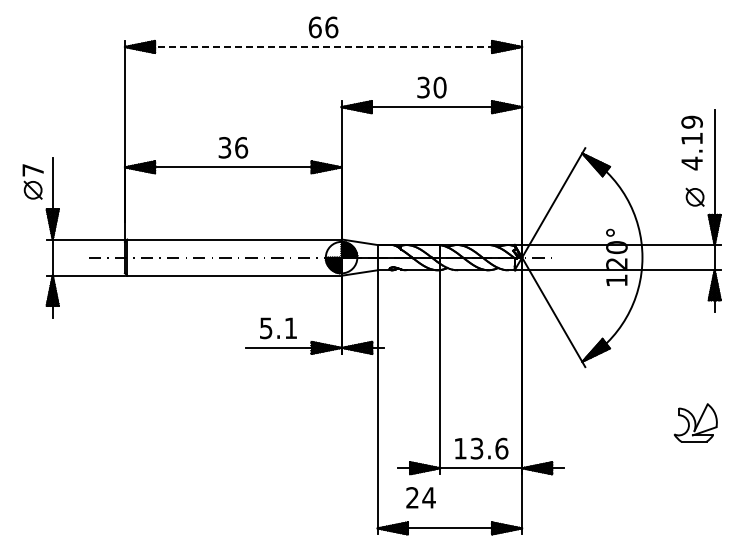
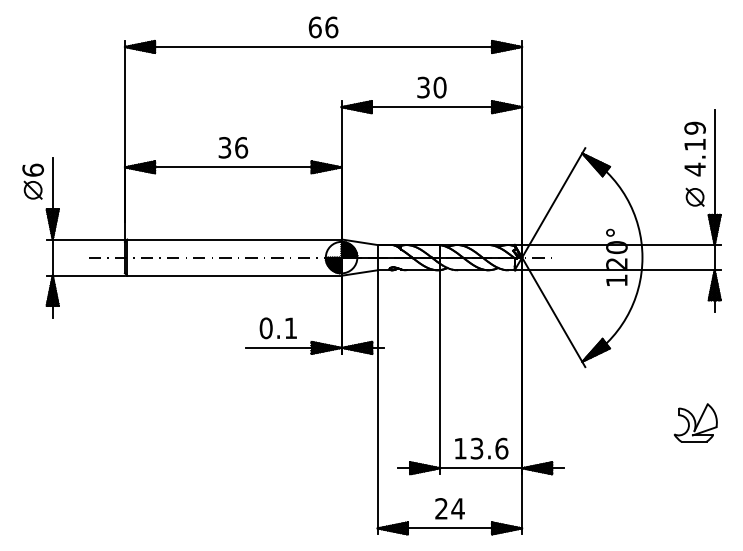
line at (323, 47): dashed -> solid
text at (691, 142) position: (691, 142) -> (694, 148)
text at (32, 169): 7 -> 6
text at (265, 328): 5.1 -> 0.1
text at (420, 497) position: (420, 497) -> (449, 508)
